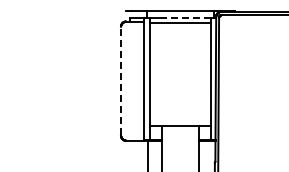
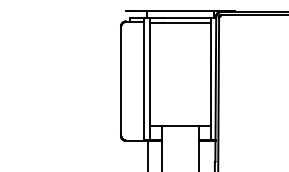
line at (186, 18): dashed -> solid
line at (121, 80): dashed -> solid
